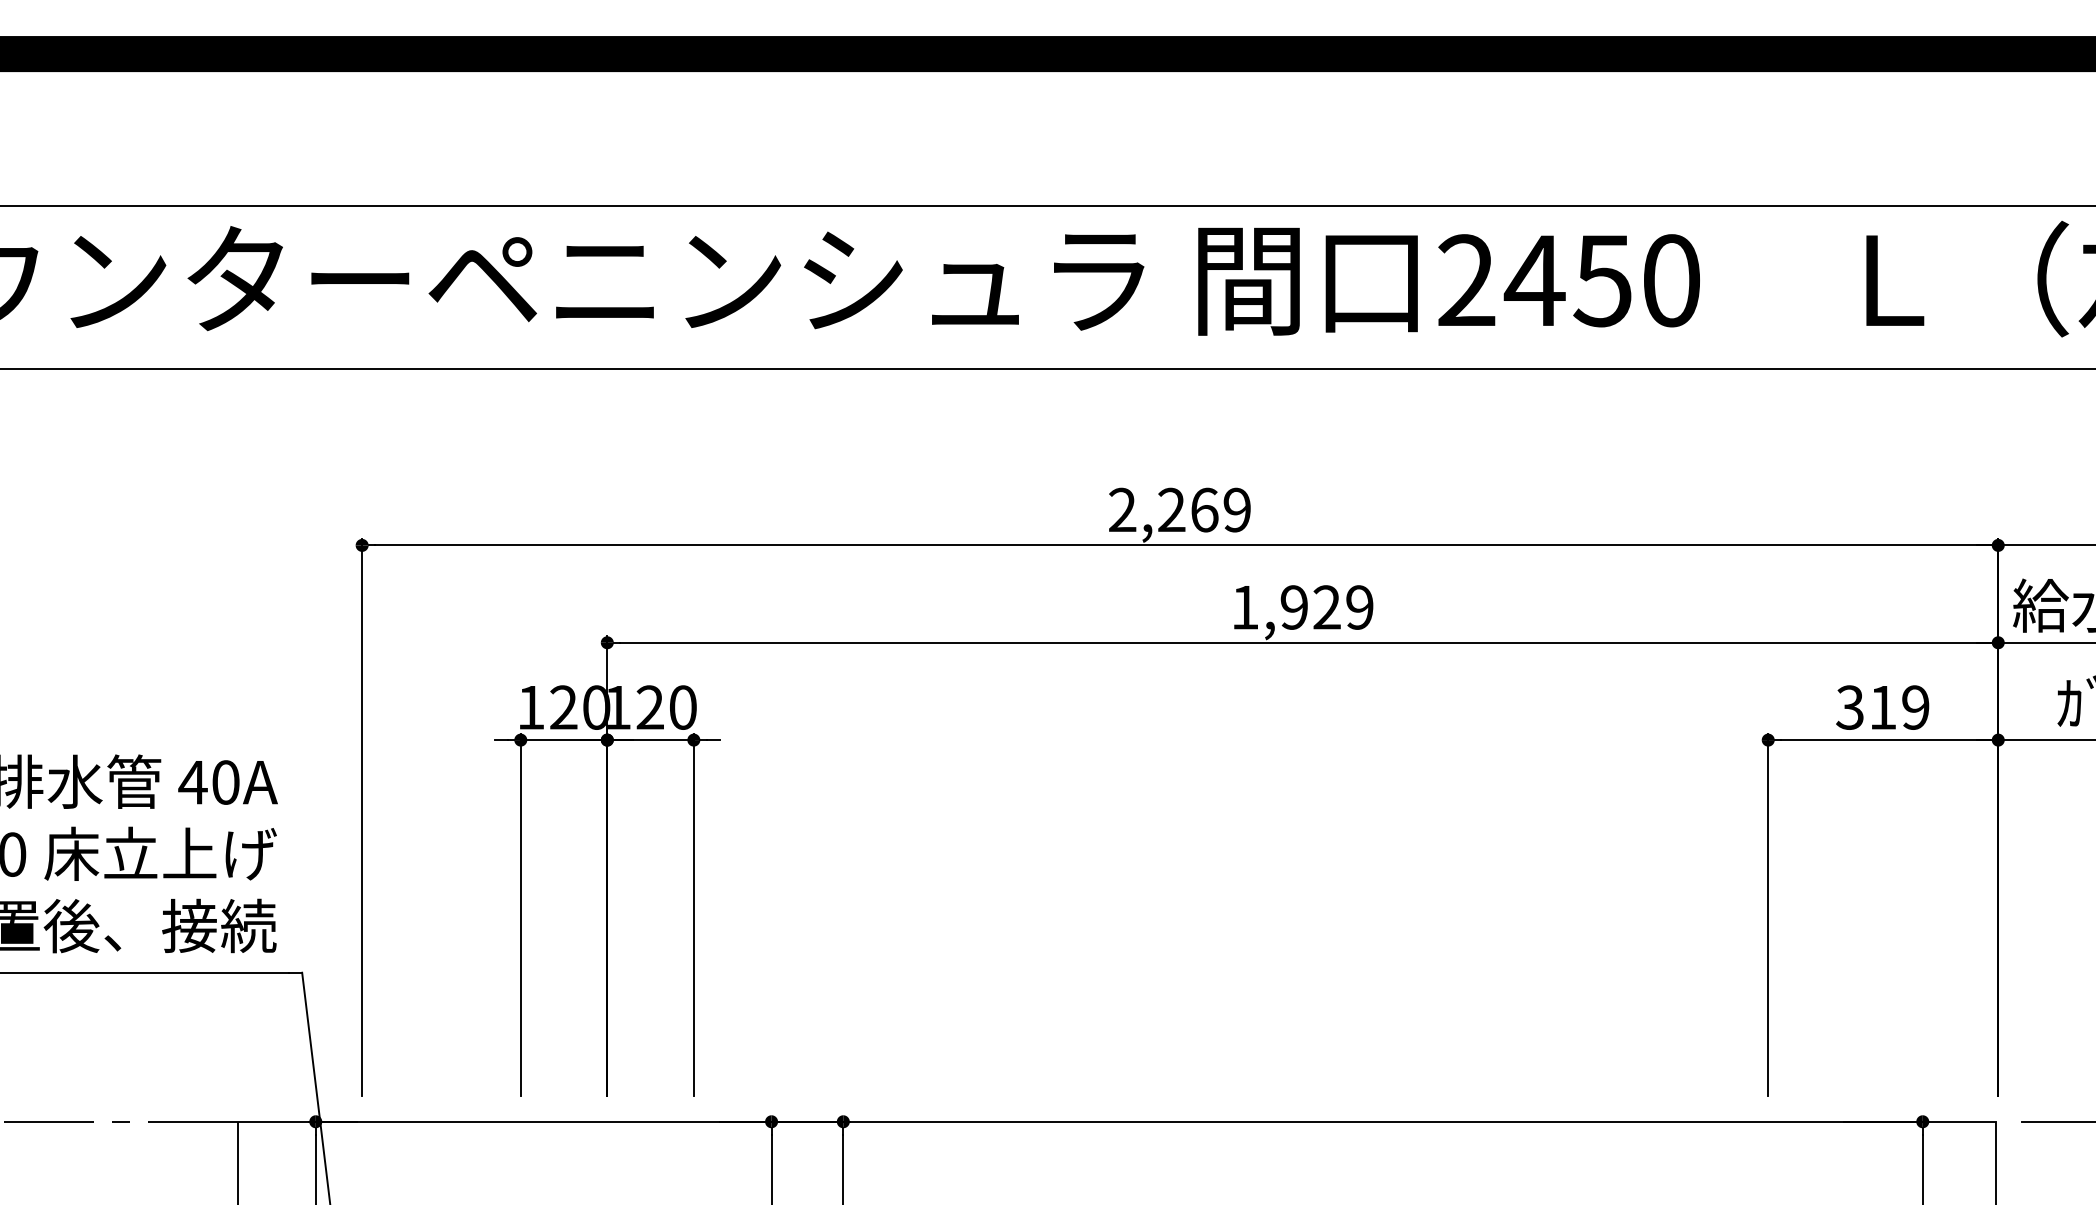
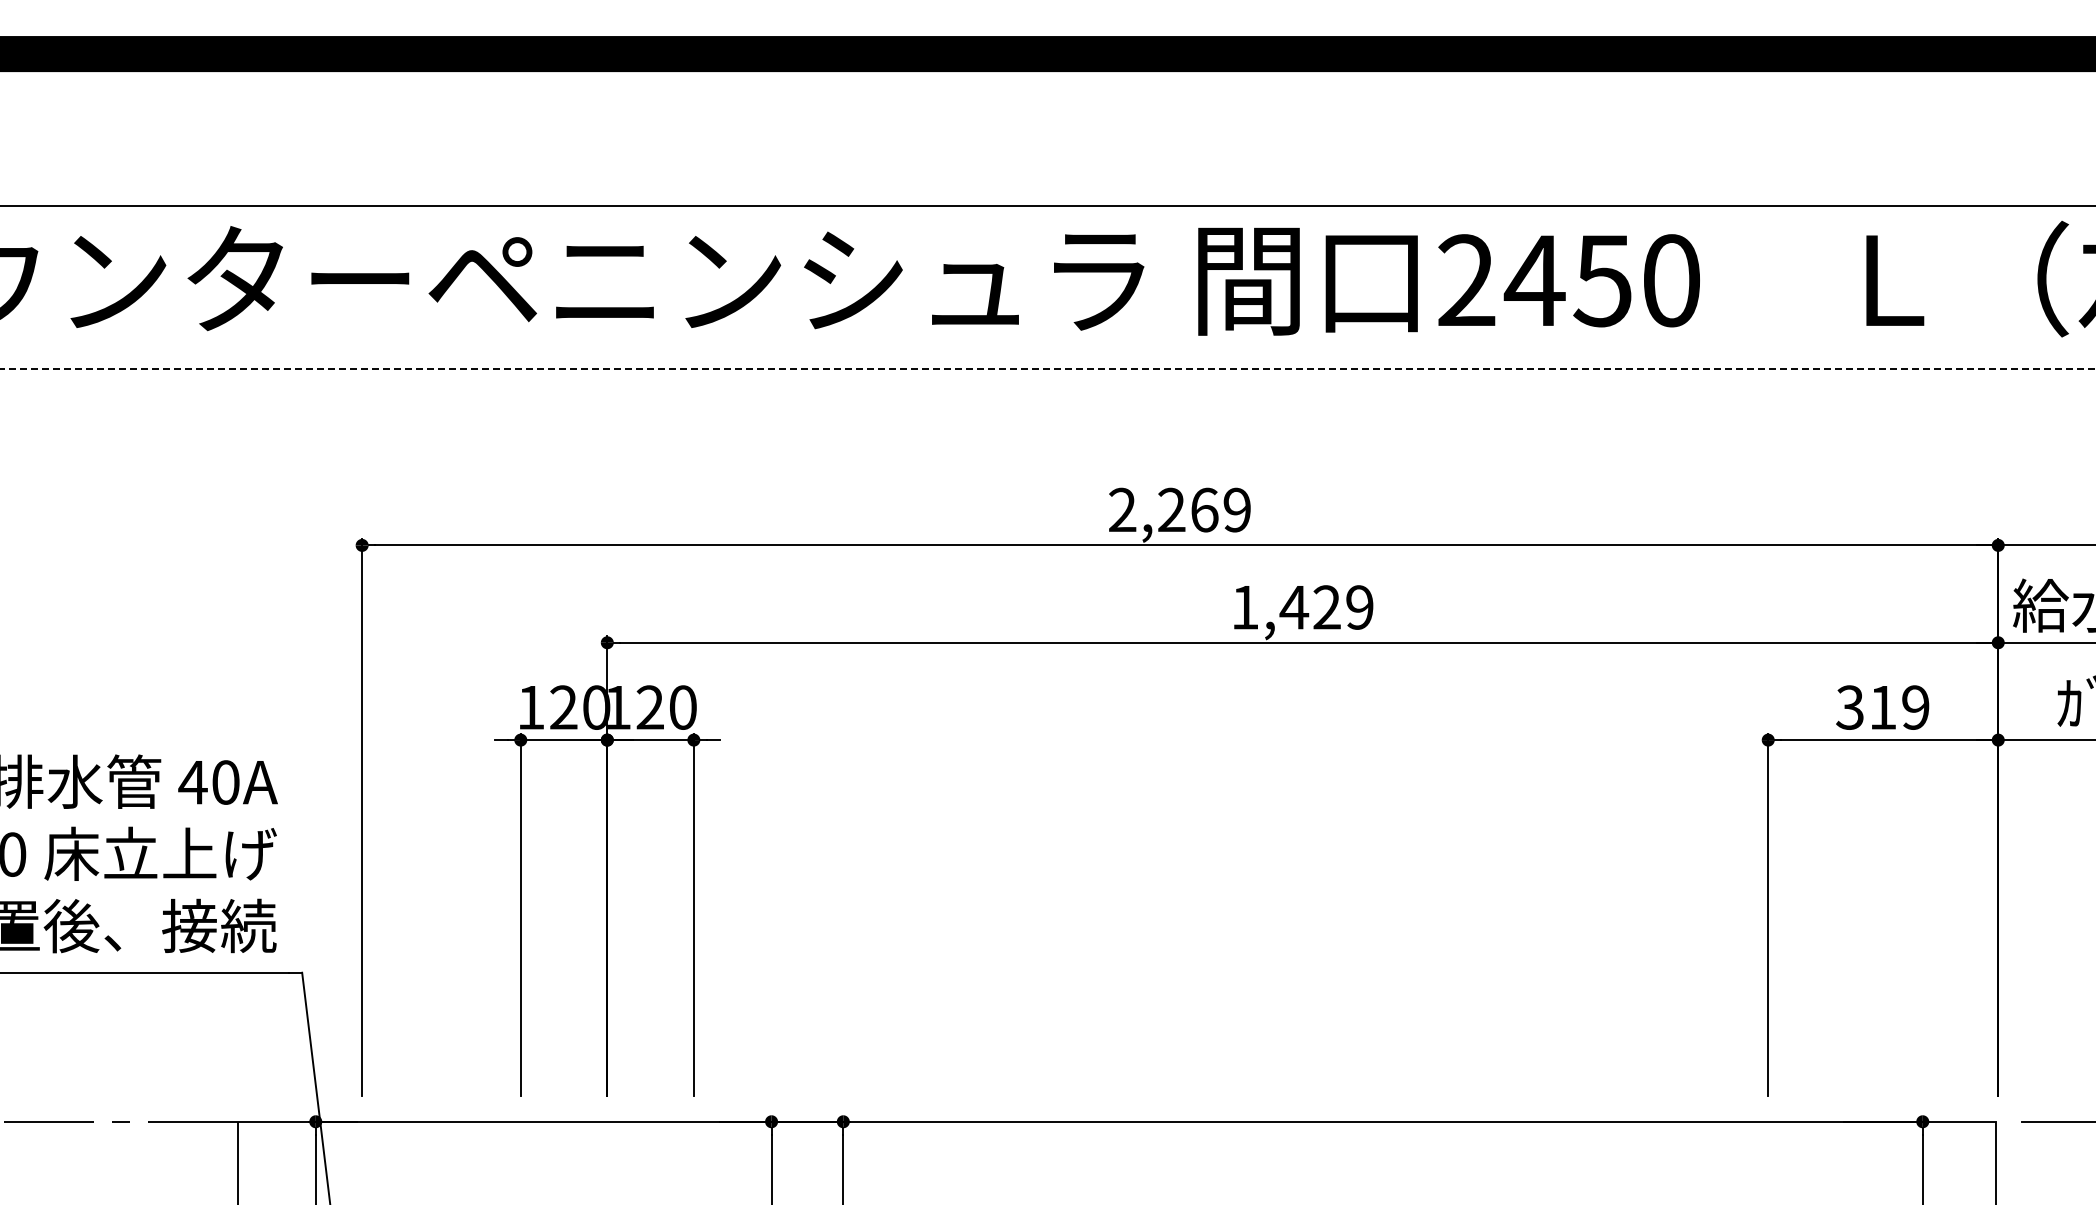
line at (1048, 368): solid -> dashed
text at (1294, 607): 1,929 -> 1,429
